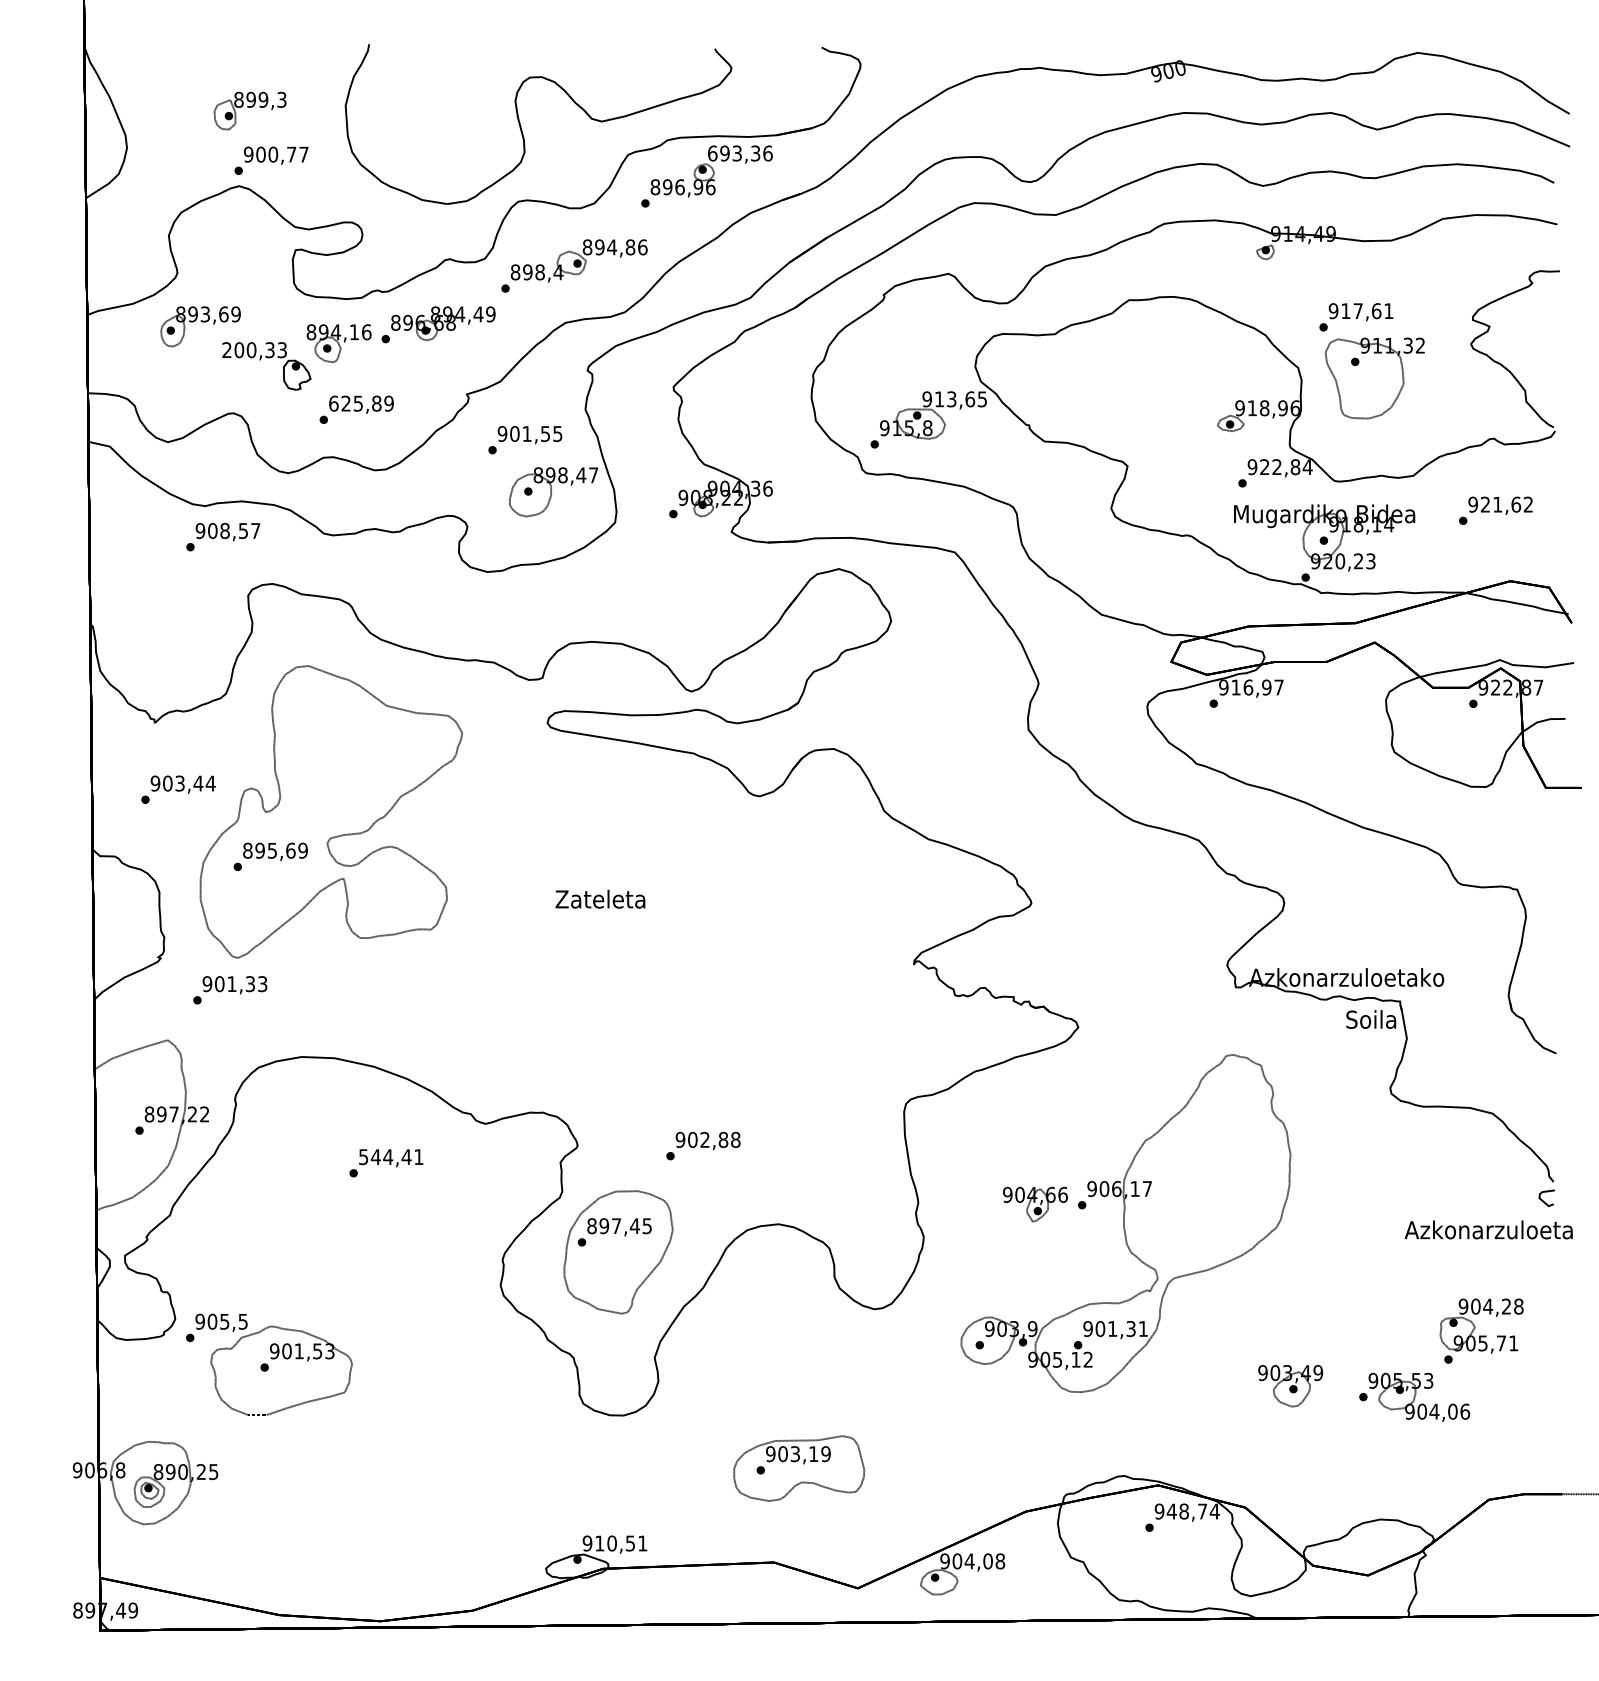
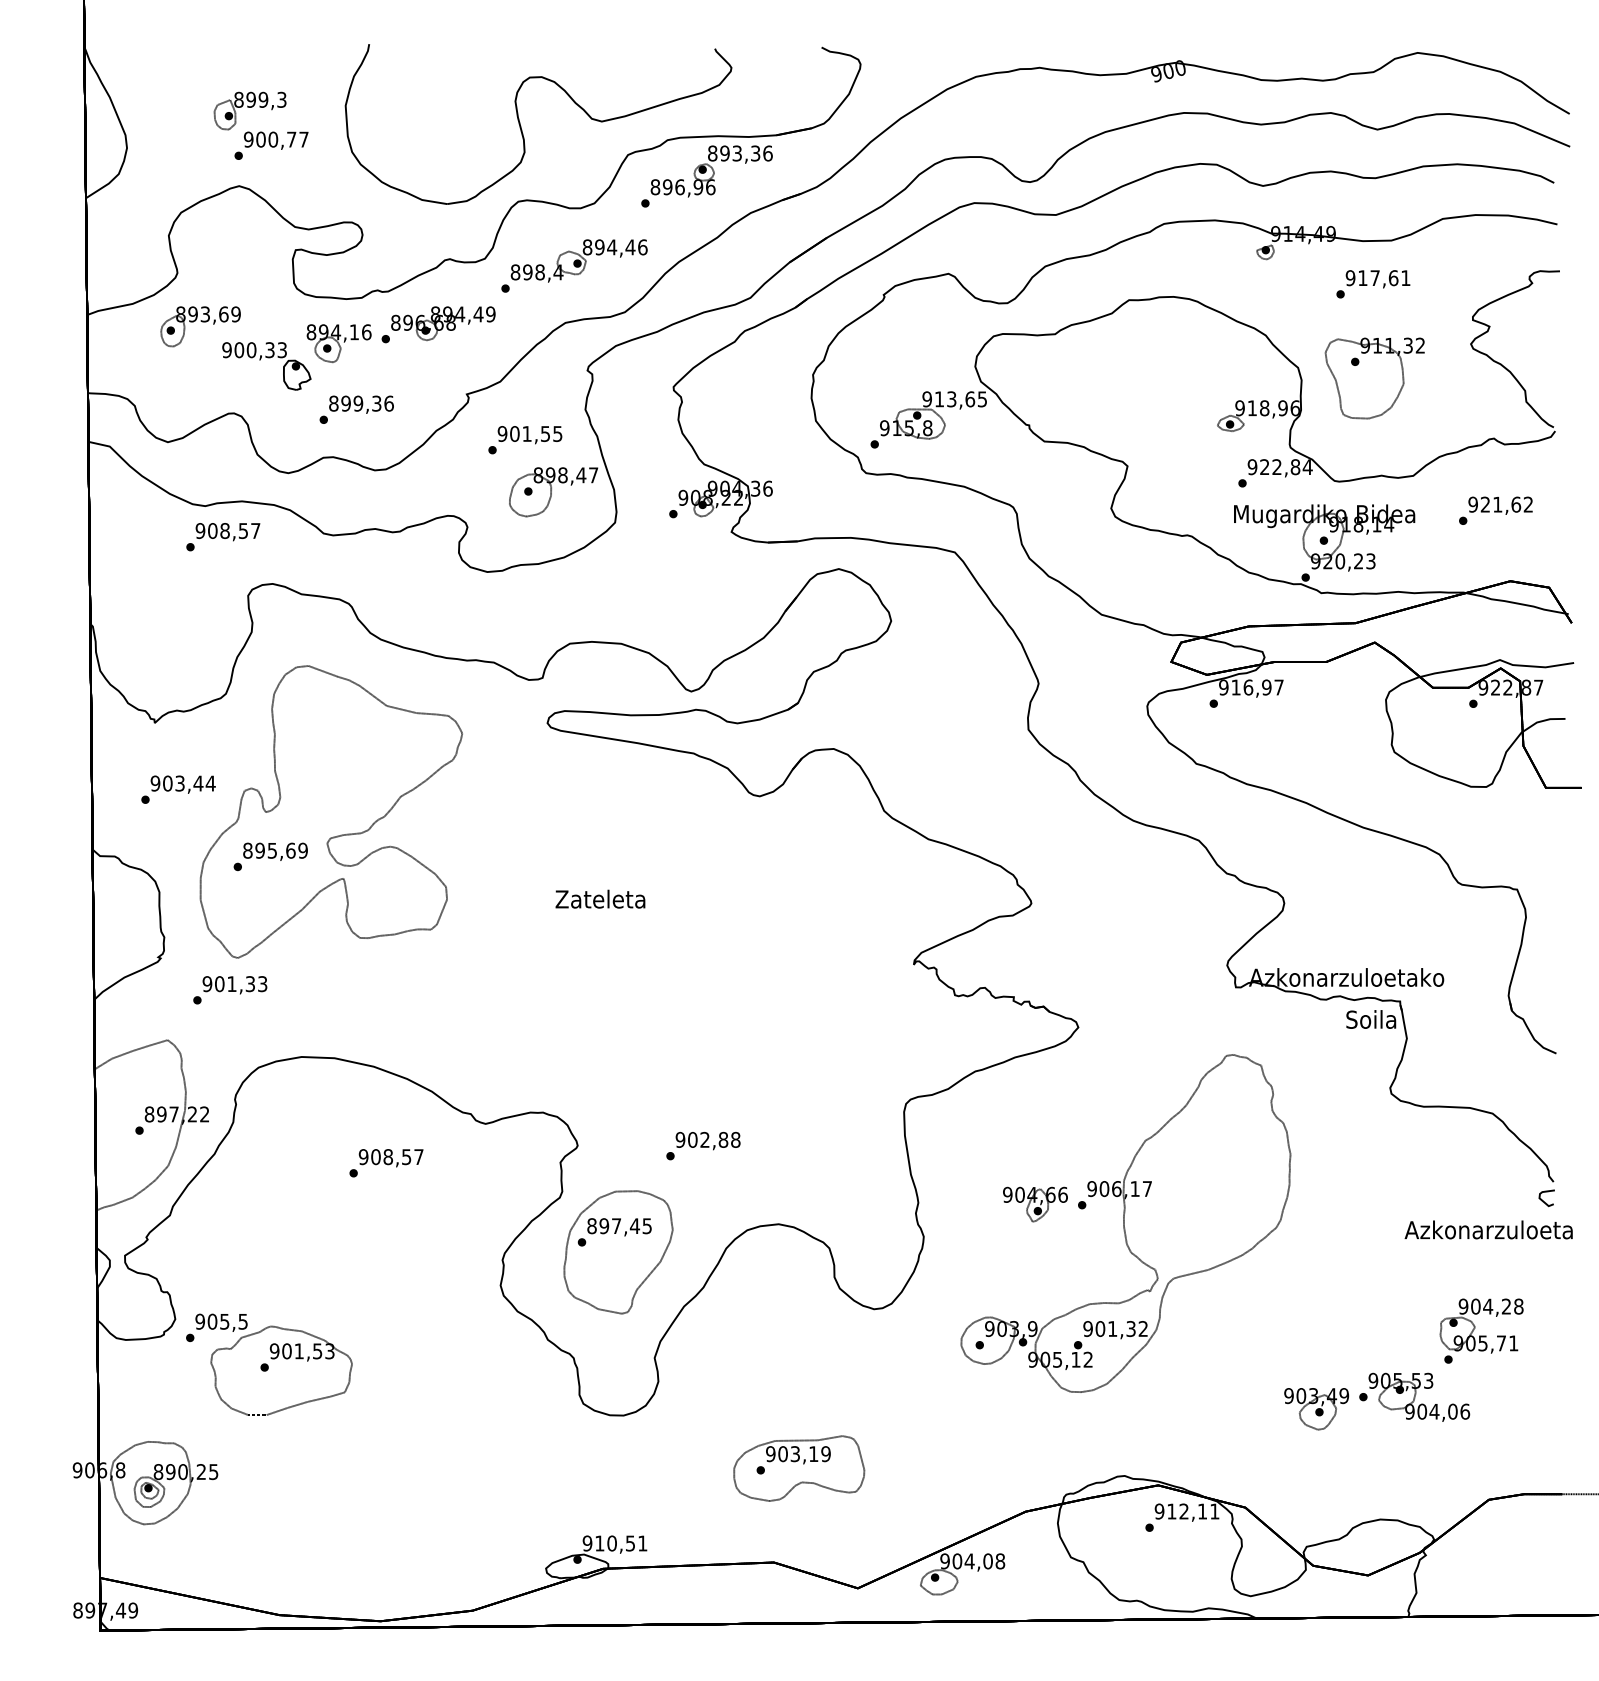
text at (712, 153): 693,36 -> 893,36
text at (271, 160) position: (271, 160) -> (271, 145)
text at (630, 247): 894,86 -> 894,46
text at (1356, 317) position: (1356, 317) -> (1373, 284)
text at (226, 350): 200,33 -> 900,33
text at (361, 403): 625,89 -> 899,36
text at (390, 1157): 544,41 -> 908,57
text at (1142, 1328): 901,31 -> 901,32
part at (1290, 1386) position: (1290, 1386) -> (1316, 1409)
text at (1192, 1511): 948,74 -> 912,11
